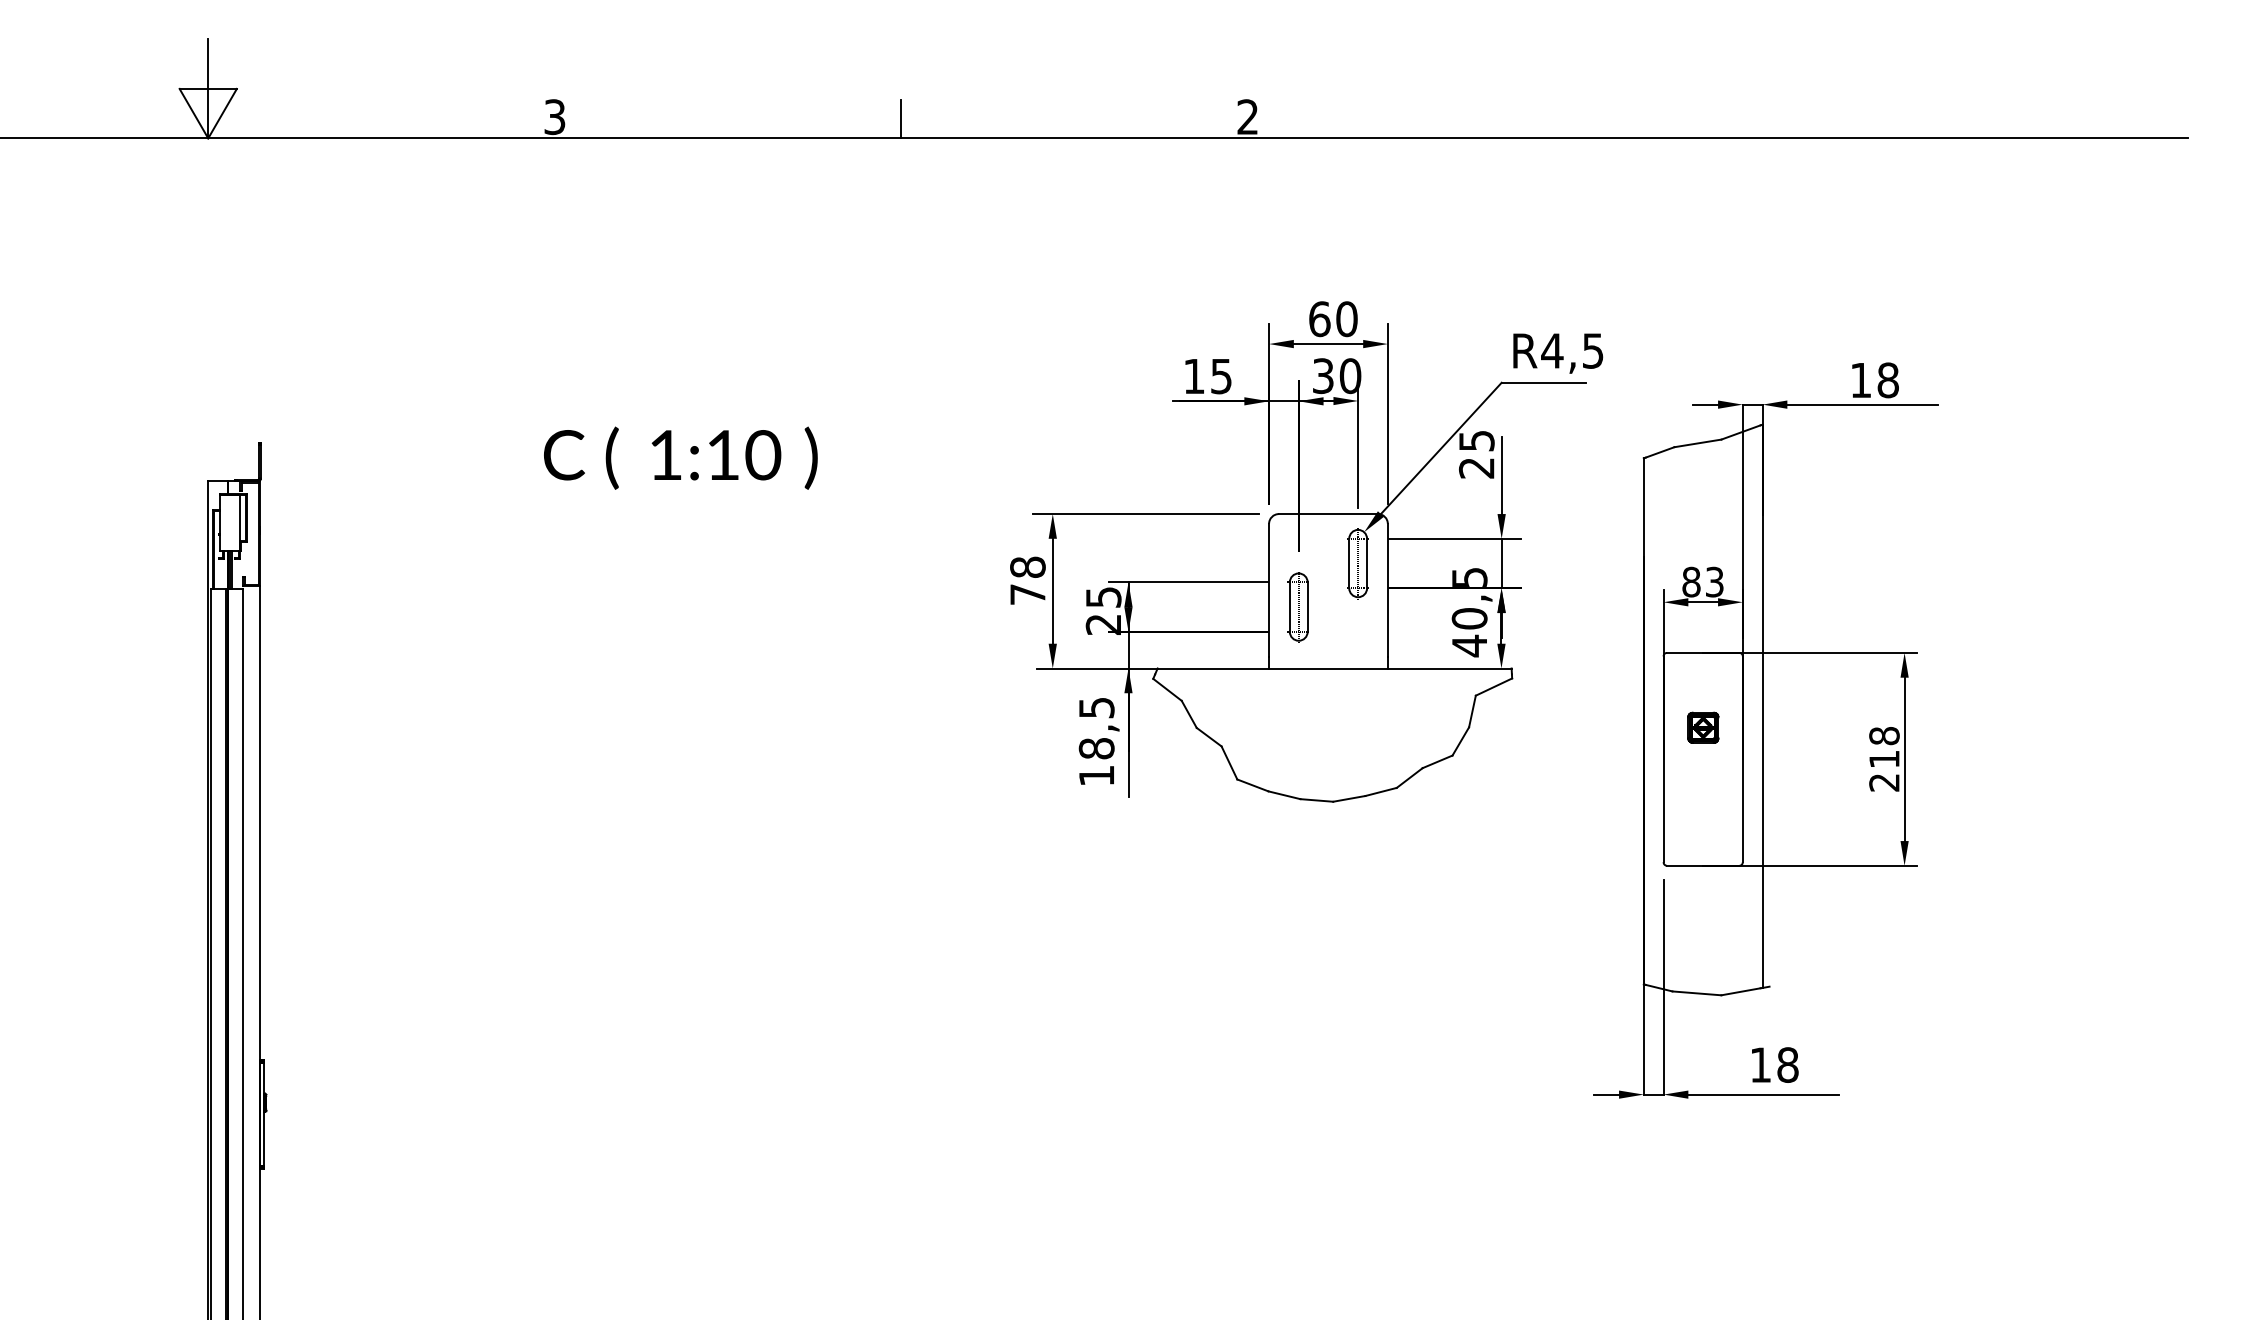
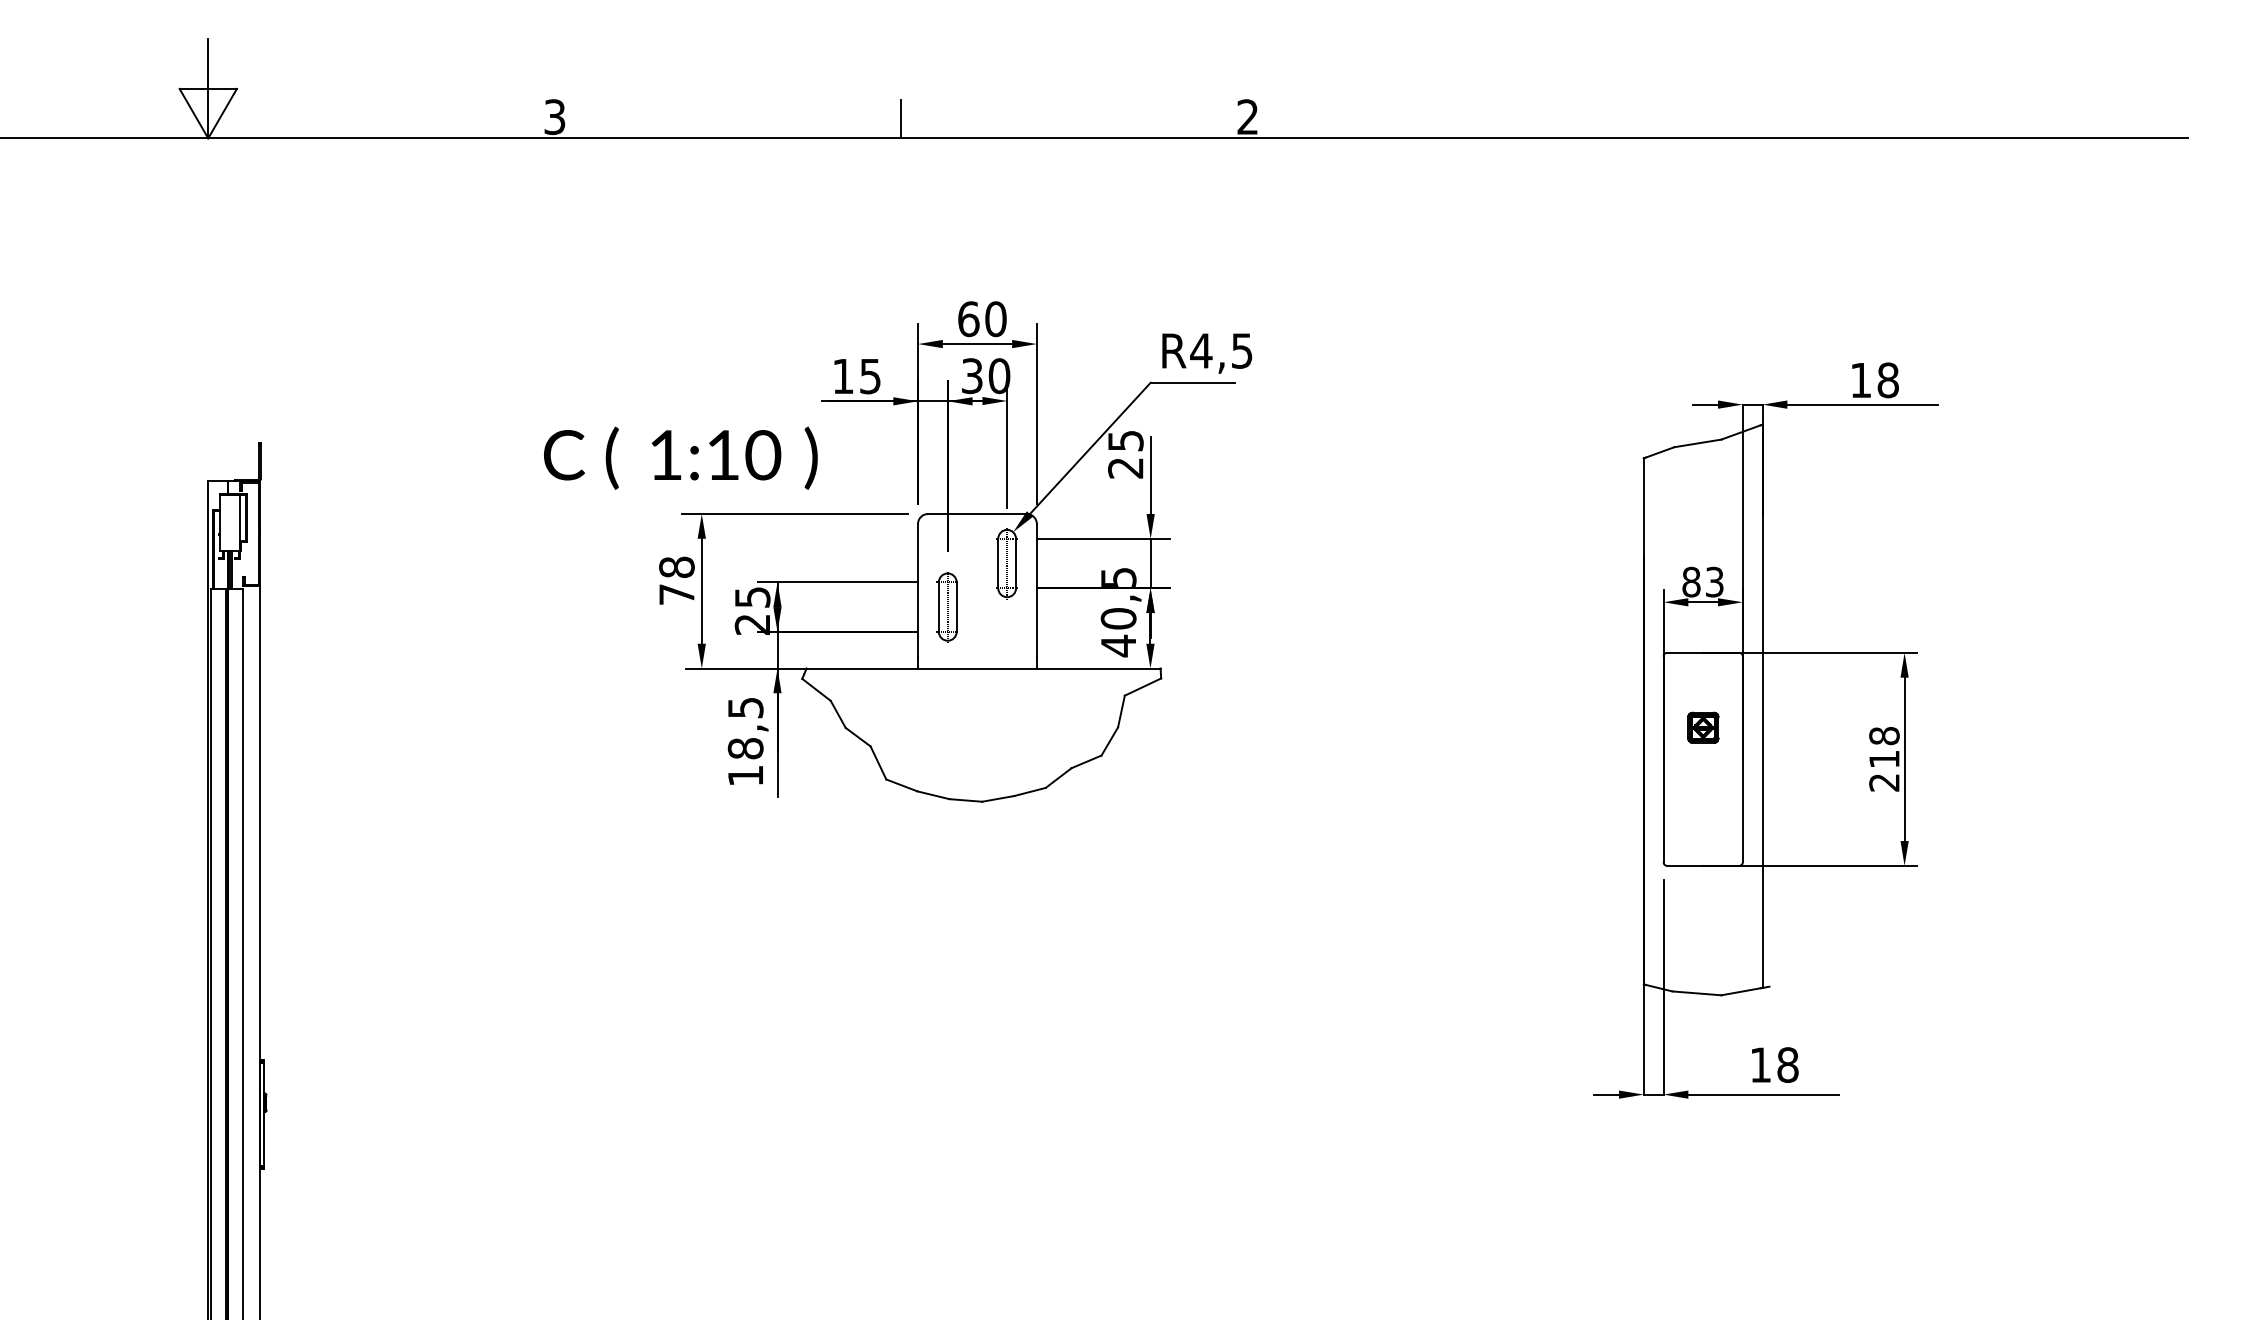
part at (1306, 551) position: (1306, 551) -> (955, 551)
